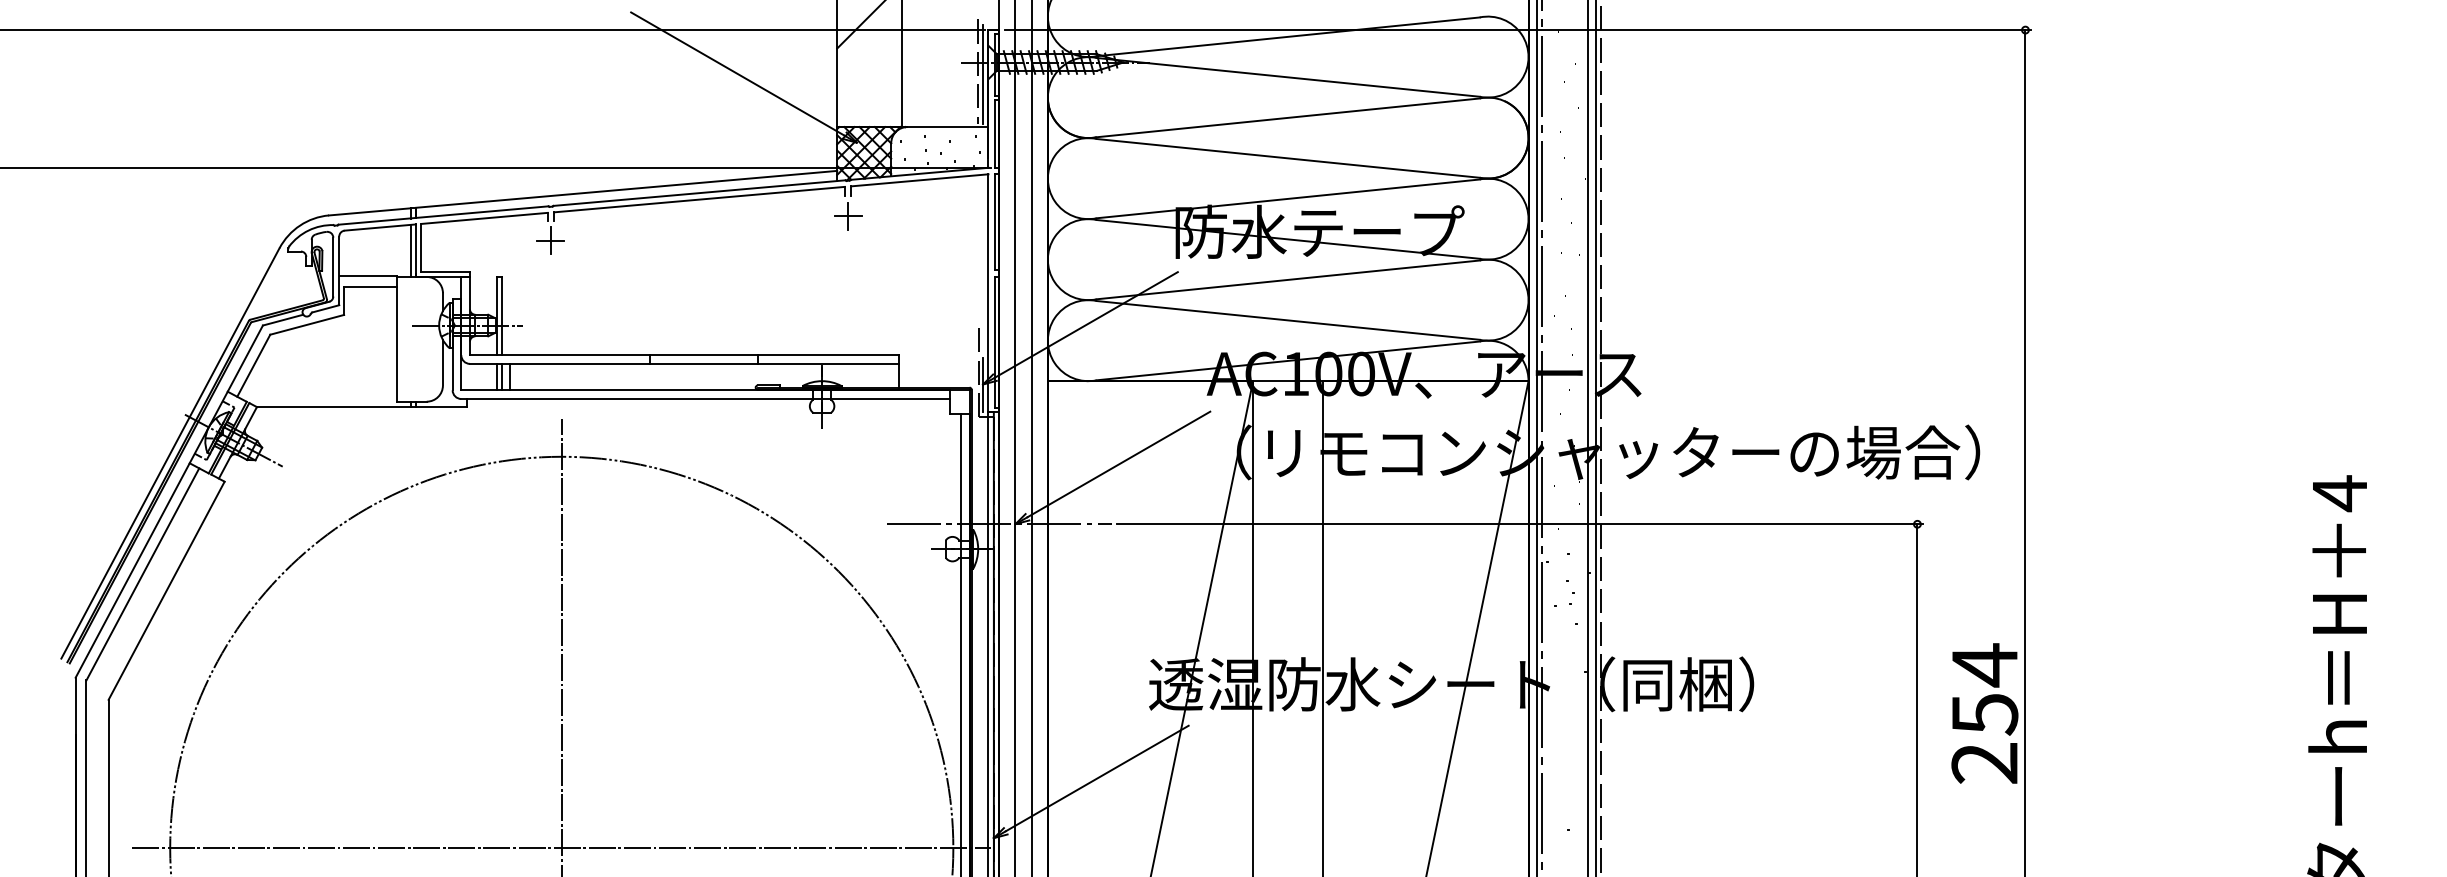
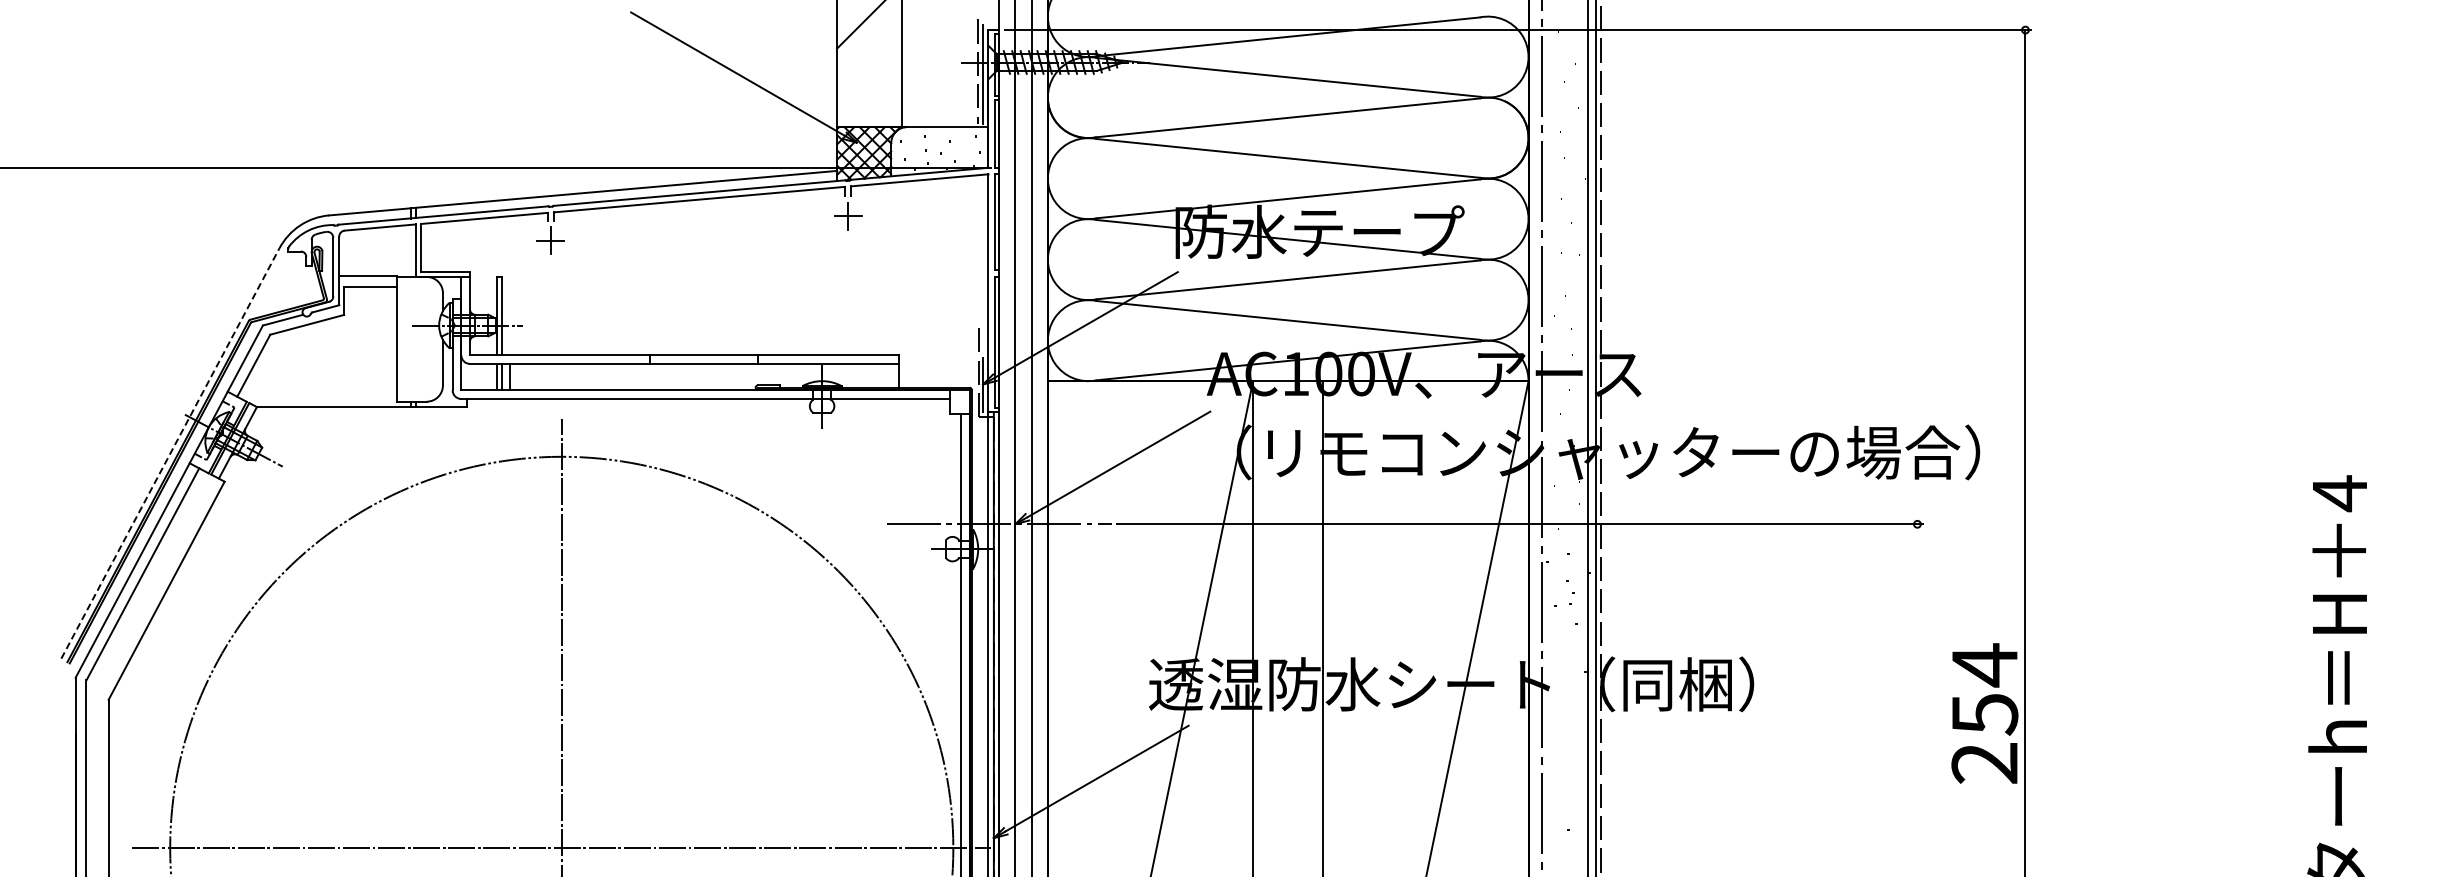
line at (493, 30): present -> none
line at (410, 251): present -> none
line at (1536, 437): present -> none
line at (170, 452): solid -> dashed
line at (1917, 698): present -> none
